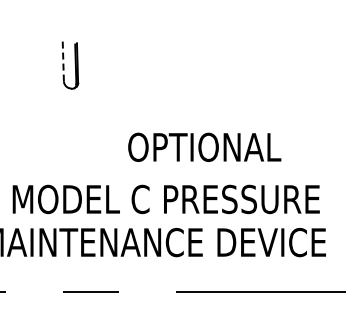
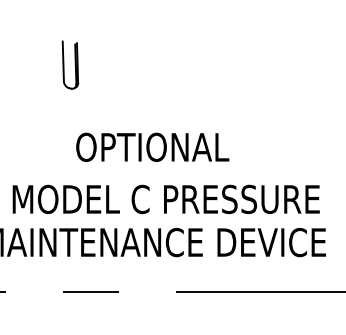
line at (63, 61): dashed -> solid
text at (204, 146) position: (204, 146) -> (152, 146)
